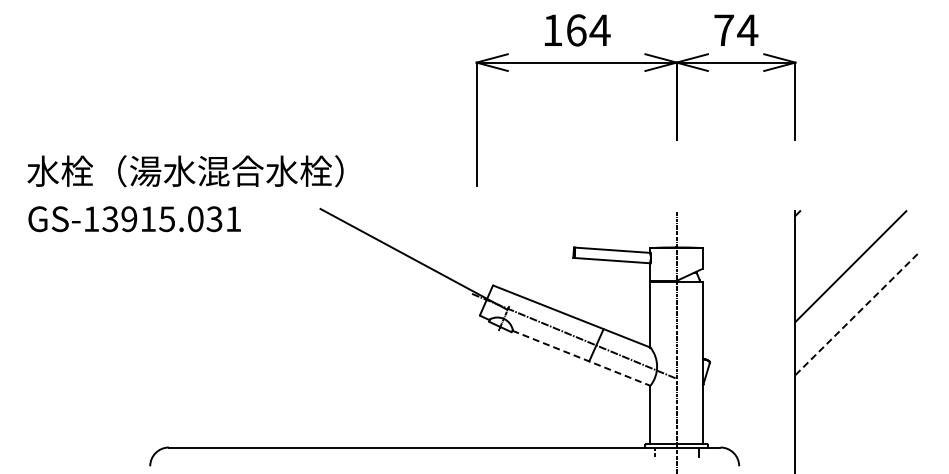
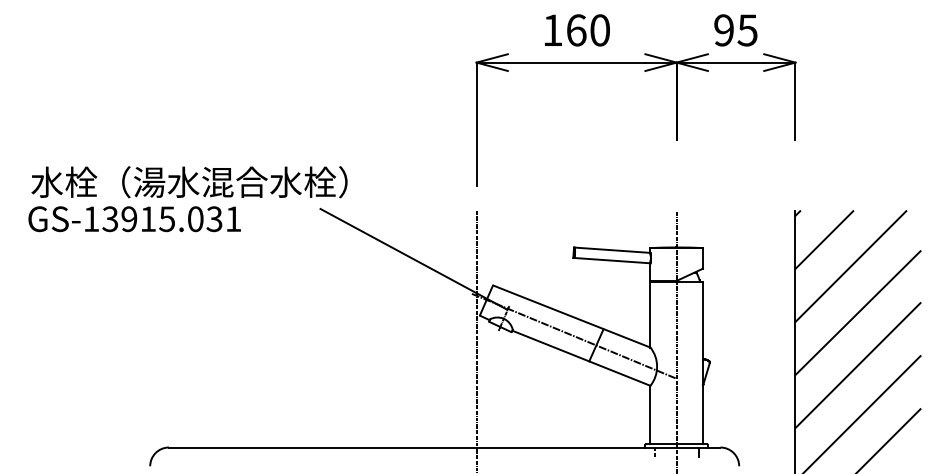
text at (599, 30): 164 -> 160
text at (736, 30): 74 -> 95
text at (185, 171) position: (185, 171) -> (189, 182)
line at (824, 239): none -> present
line at (858, 313): dashed -> solid
line at (476, 340): none -> present
line at (581, 358): dashed -> solid
line at (857, 365): none -> present
line at (863, 413): none -> present
line at (889, 439): none -> present
